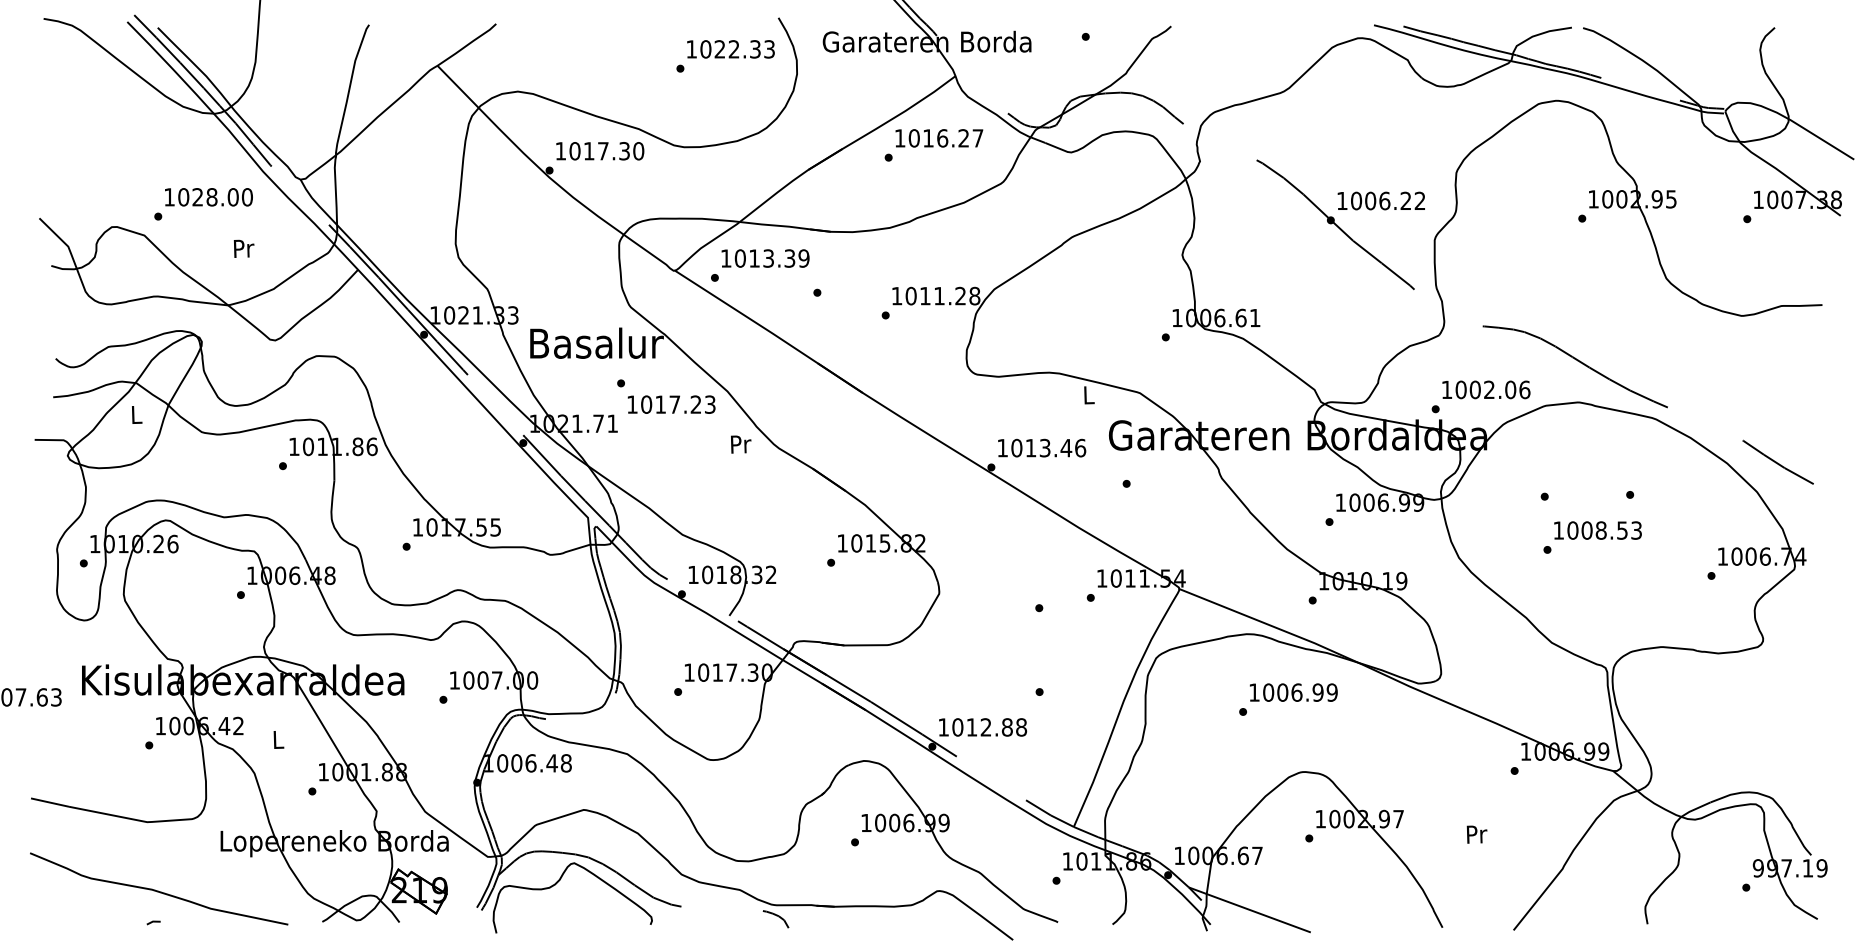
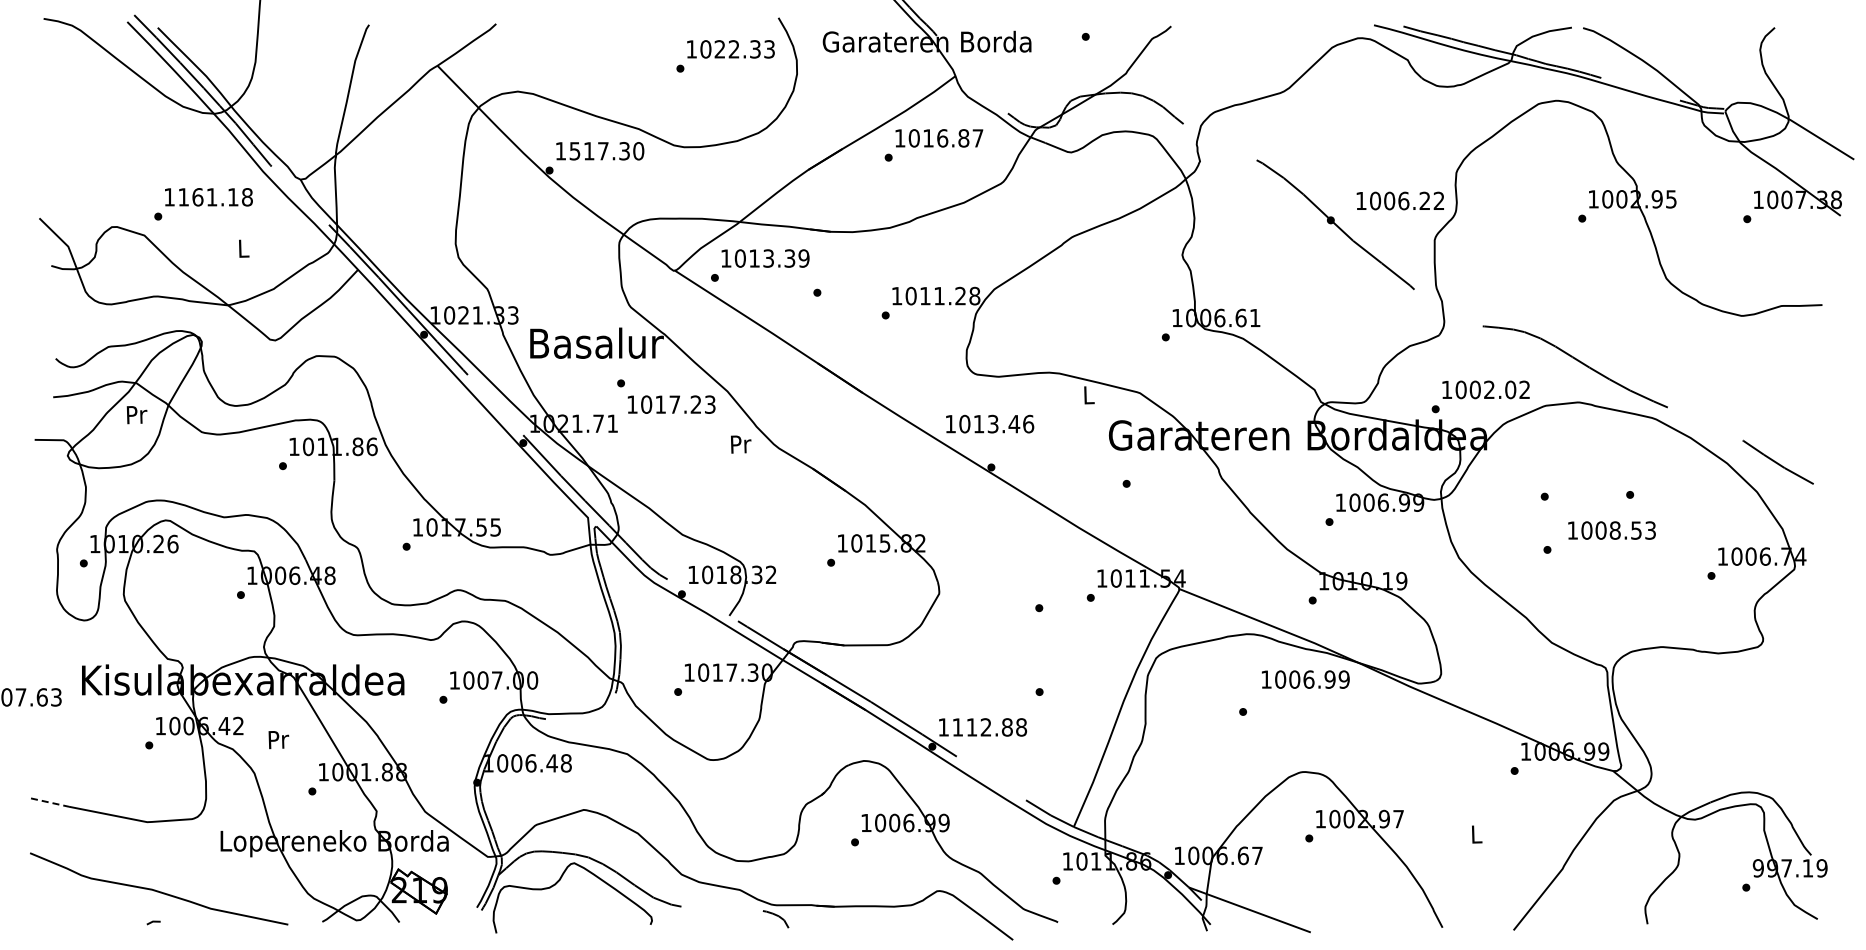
text at (963, 138): 1016.27 -> 1016.87
text at (574, 151): 1017.30 -> 1517.30
text at (215, 197): 1028.00 -> 1161.18
text at (1380, 200) position: (1380, 200) -> (1399, 200)
text at (243, 248): Pr -> L
text at (1524, 389): 1002.06 -> 1002.02
text at (136, 415): L -> Pr
text at (1042, 447) position: (1042, 447) -> (990, 423)
text at (1597, 530) position: (1597, 530) -> (1611, 530)
text at (1293, 692) position: (1293, 692) -> (1305, 679)
text at (957, 727): 1012.88 -> 1112.88
text at (278, 740): L -> Pr
line at (50, 802): solid -> dashed
text at (1476, 834): Pr -> L
